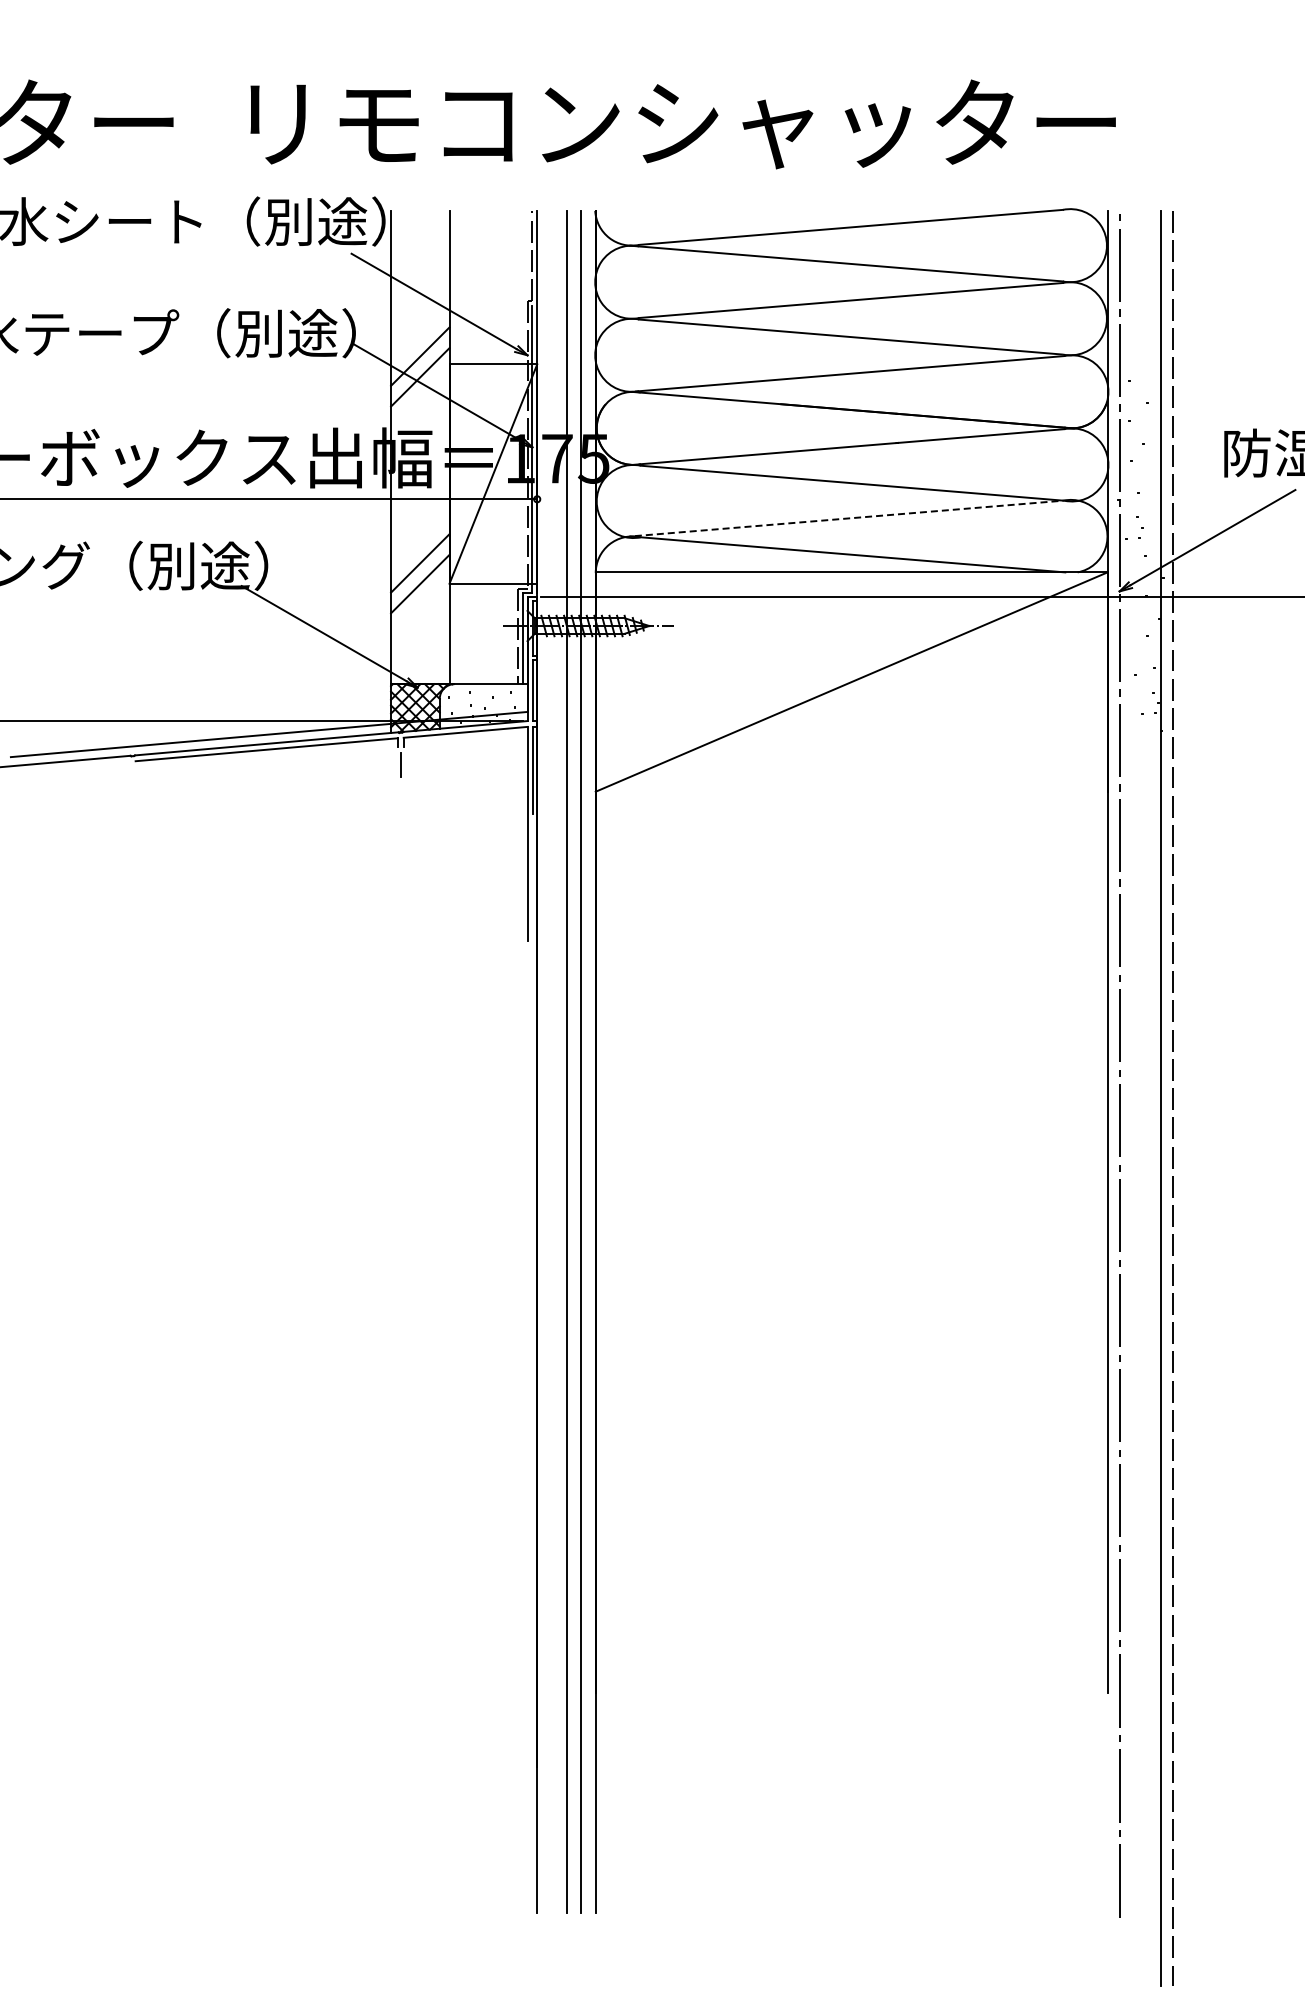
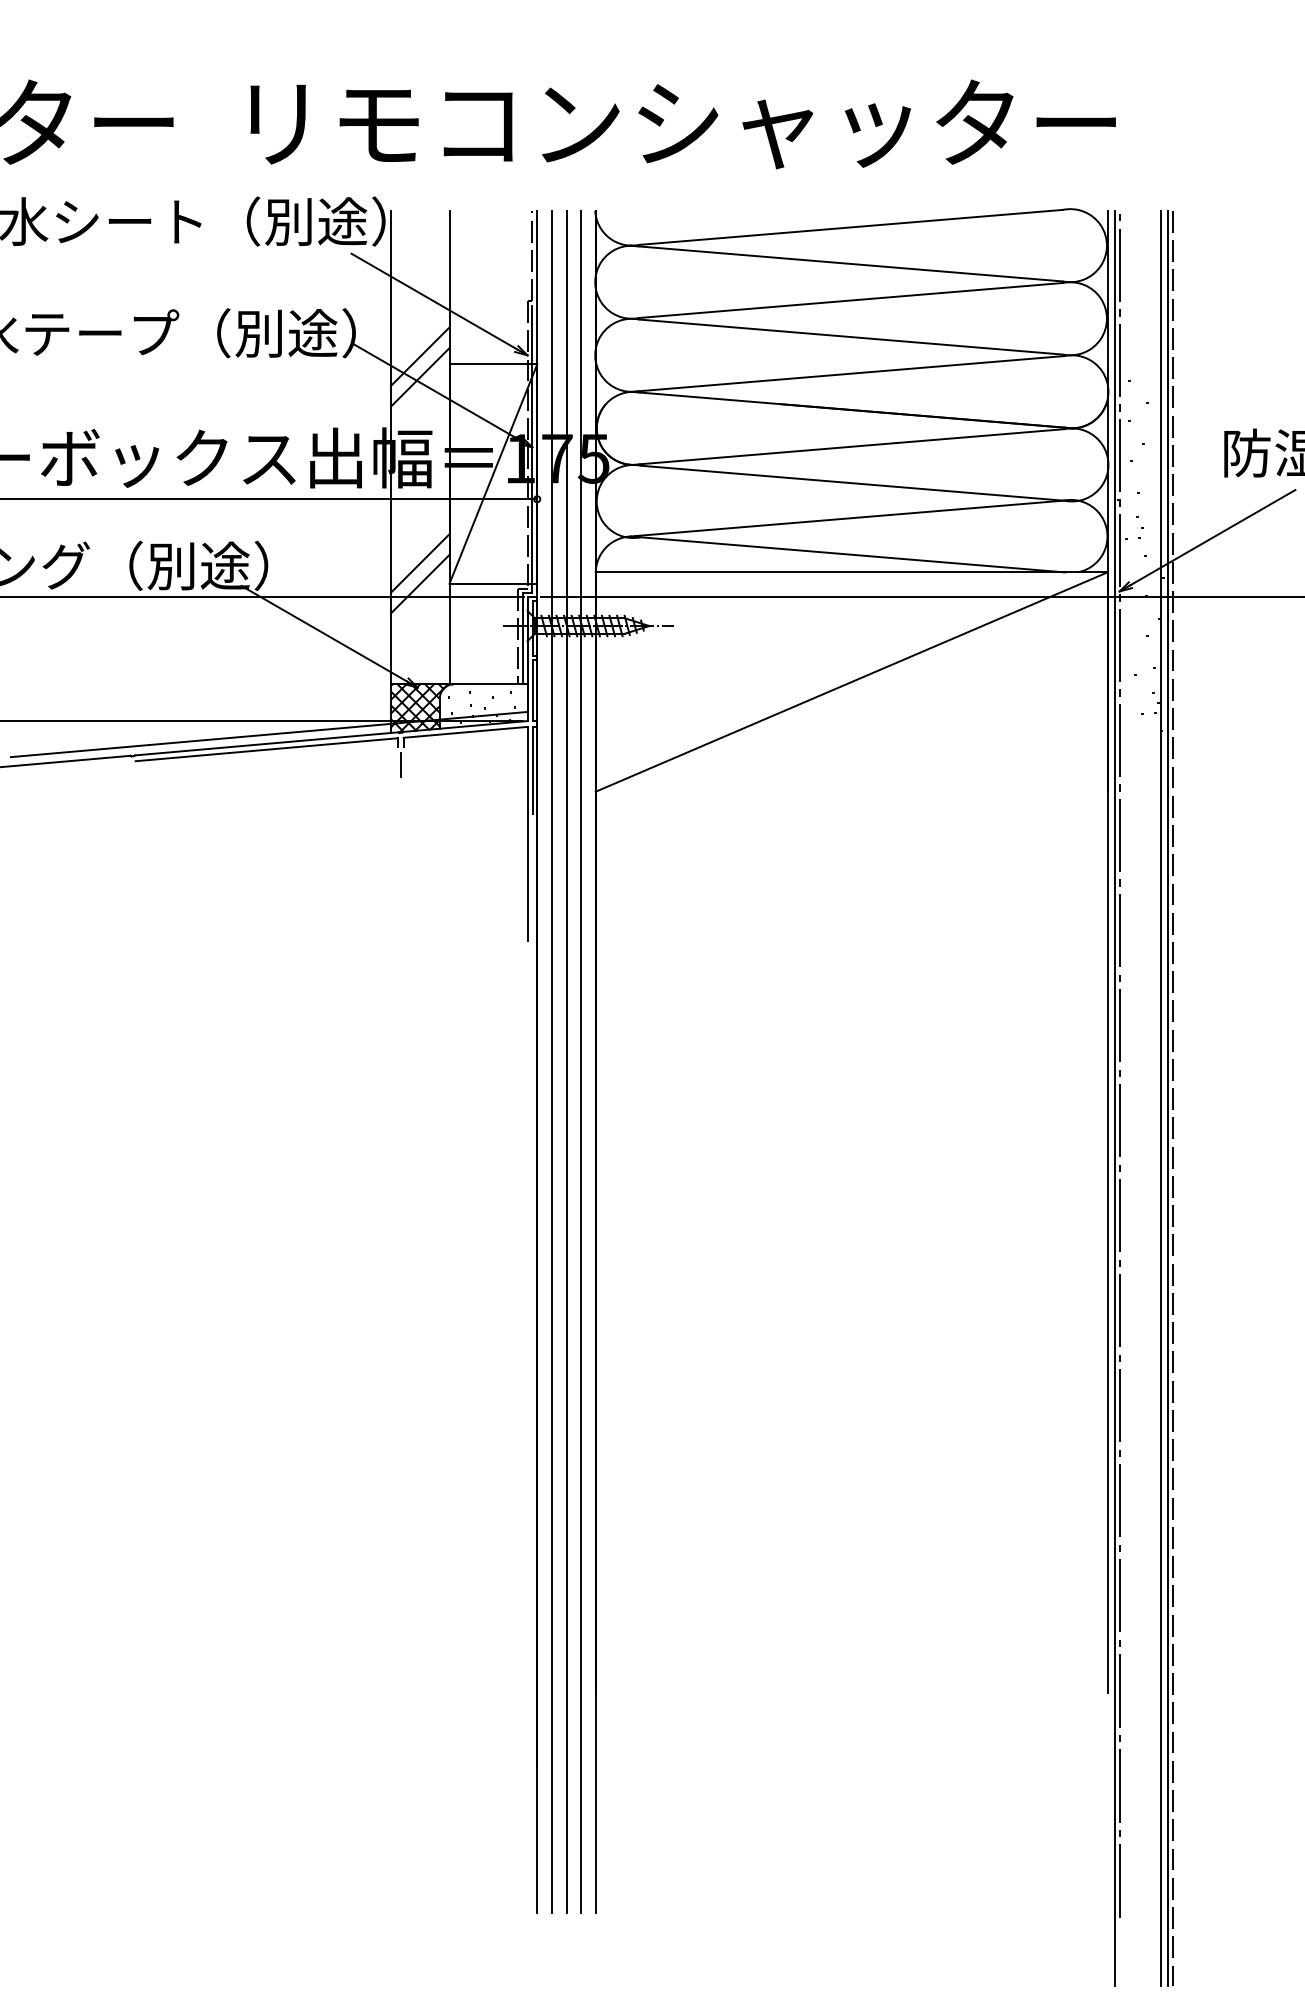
line at (849, 518): dashed -> solid
line at (263, 596): none -> present
line at (551, 1061): none -> present
line at (1114, 1097): none -> present
line at (1168, 1097): none -> present
